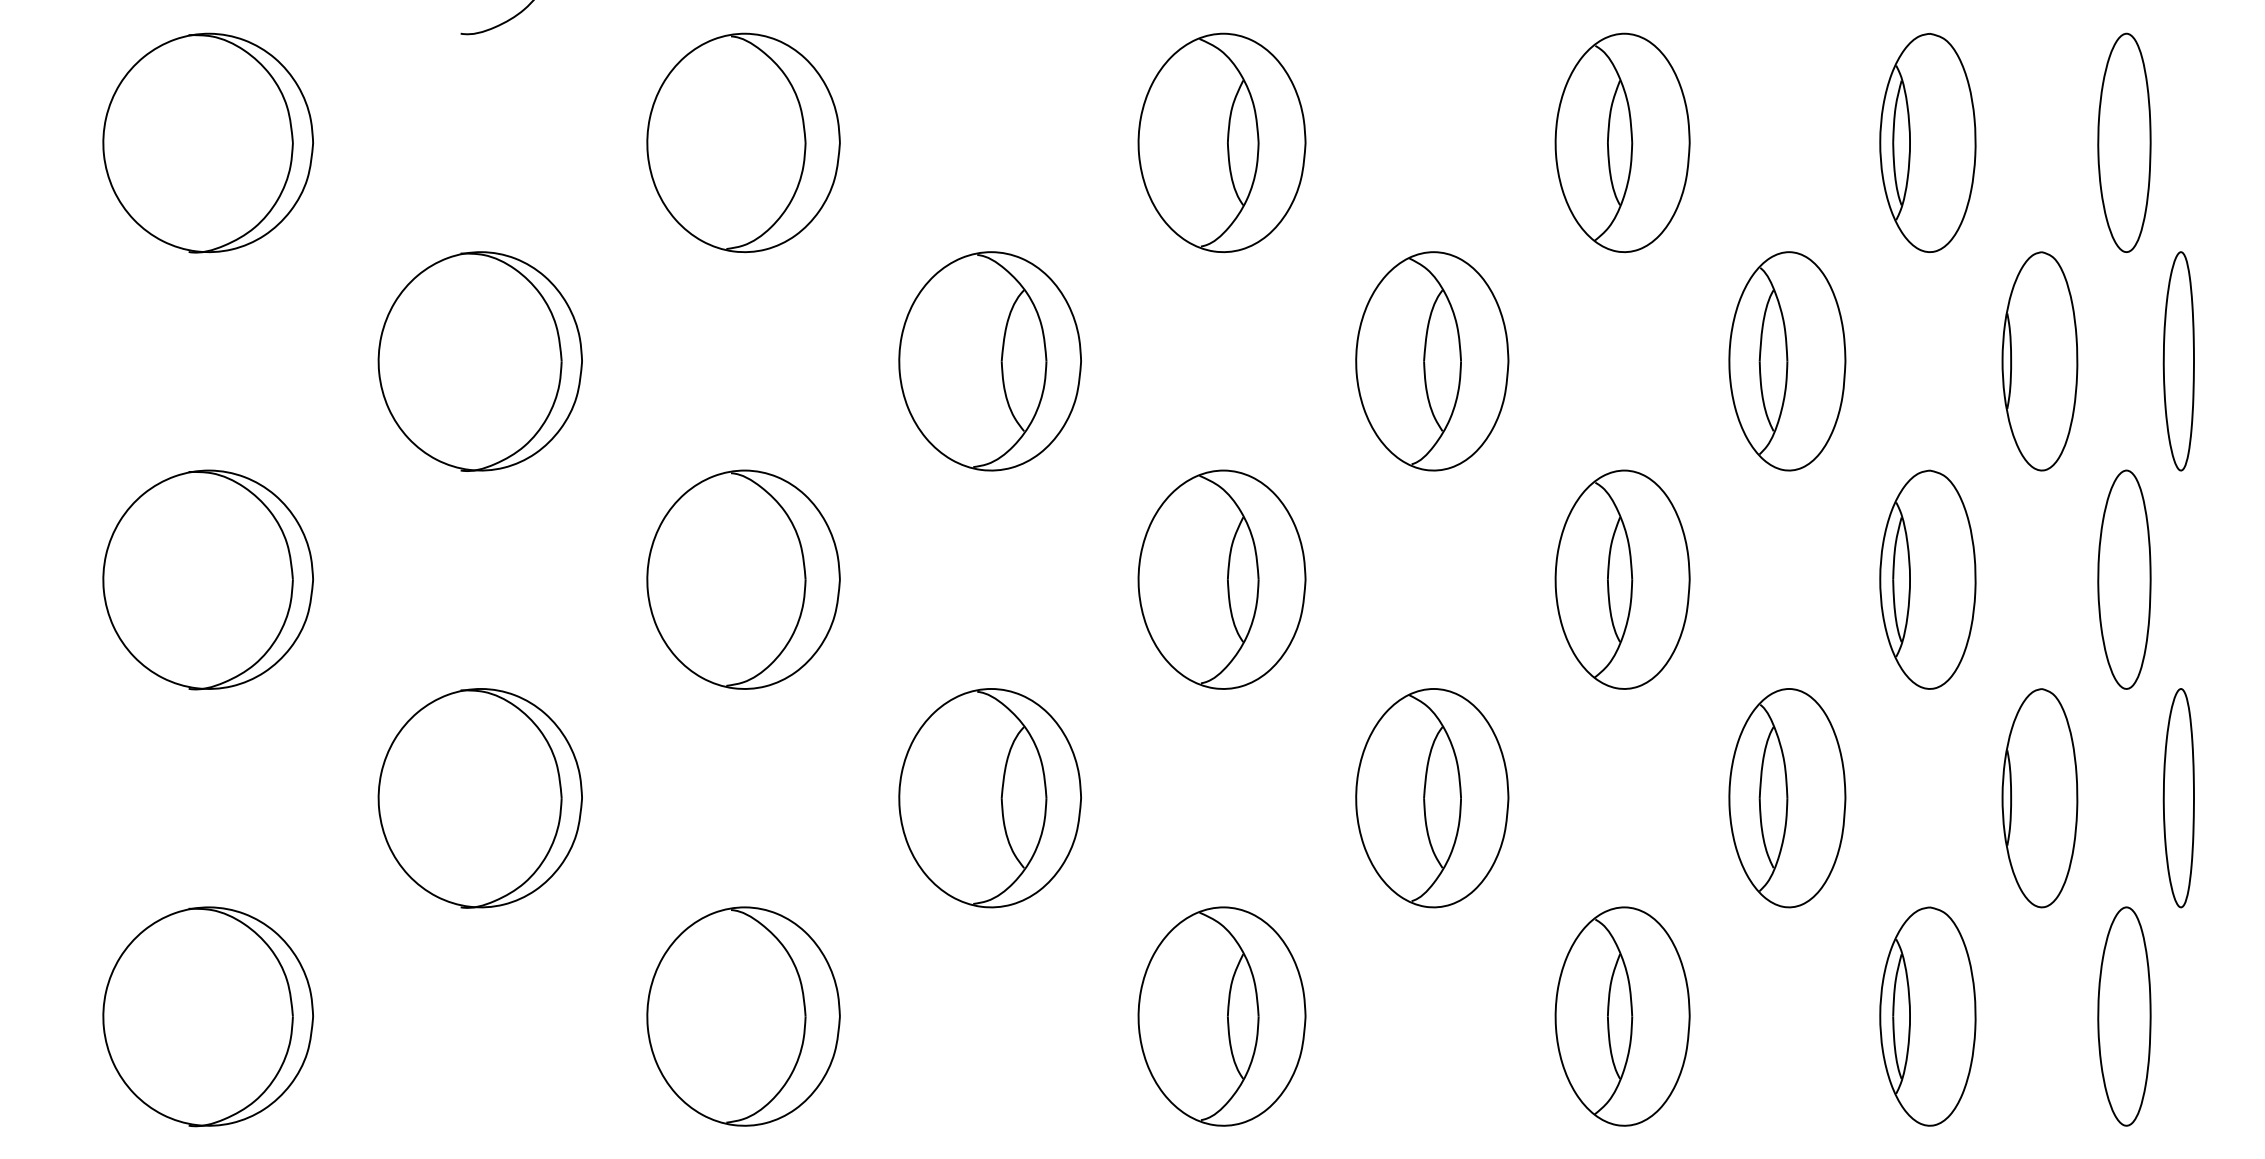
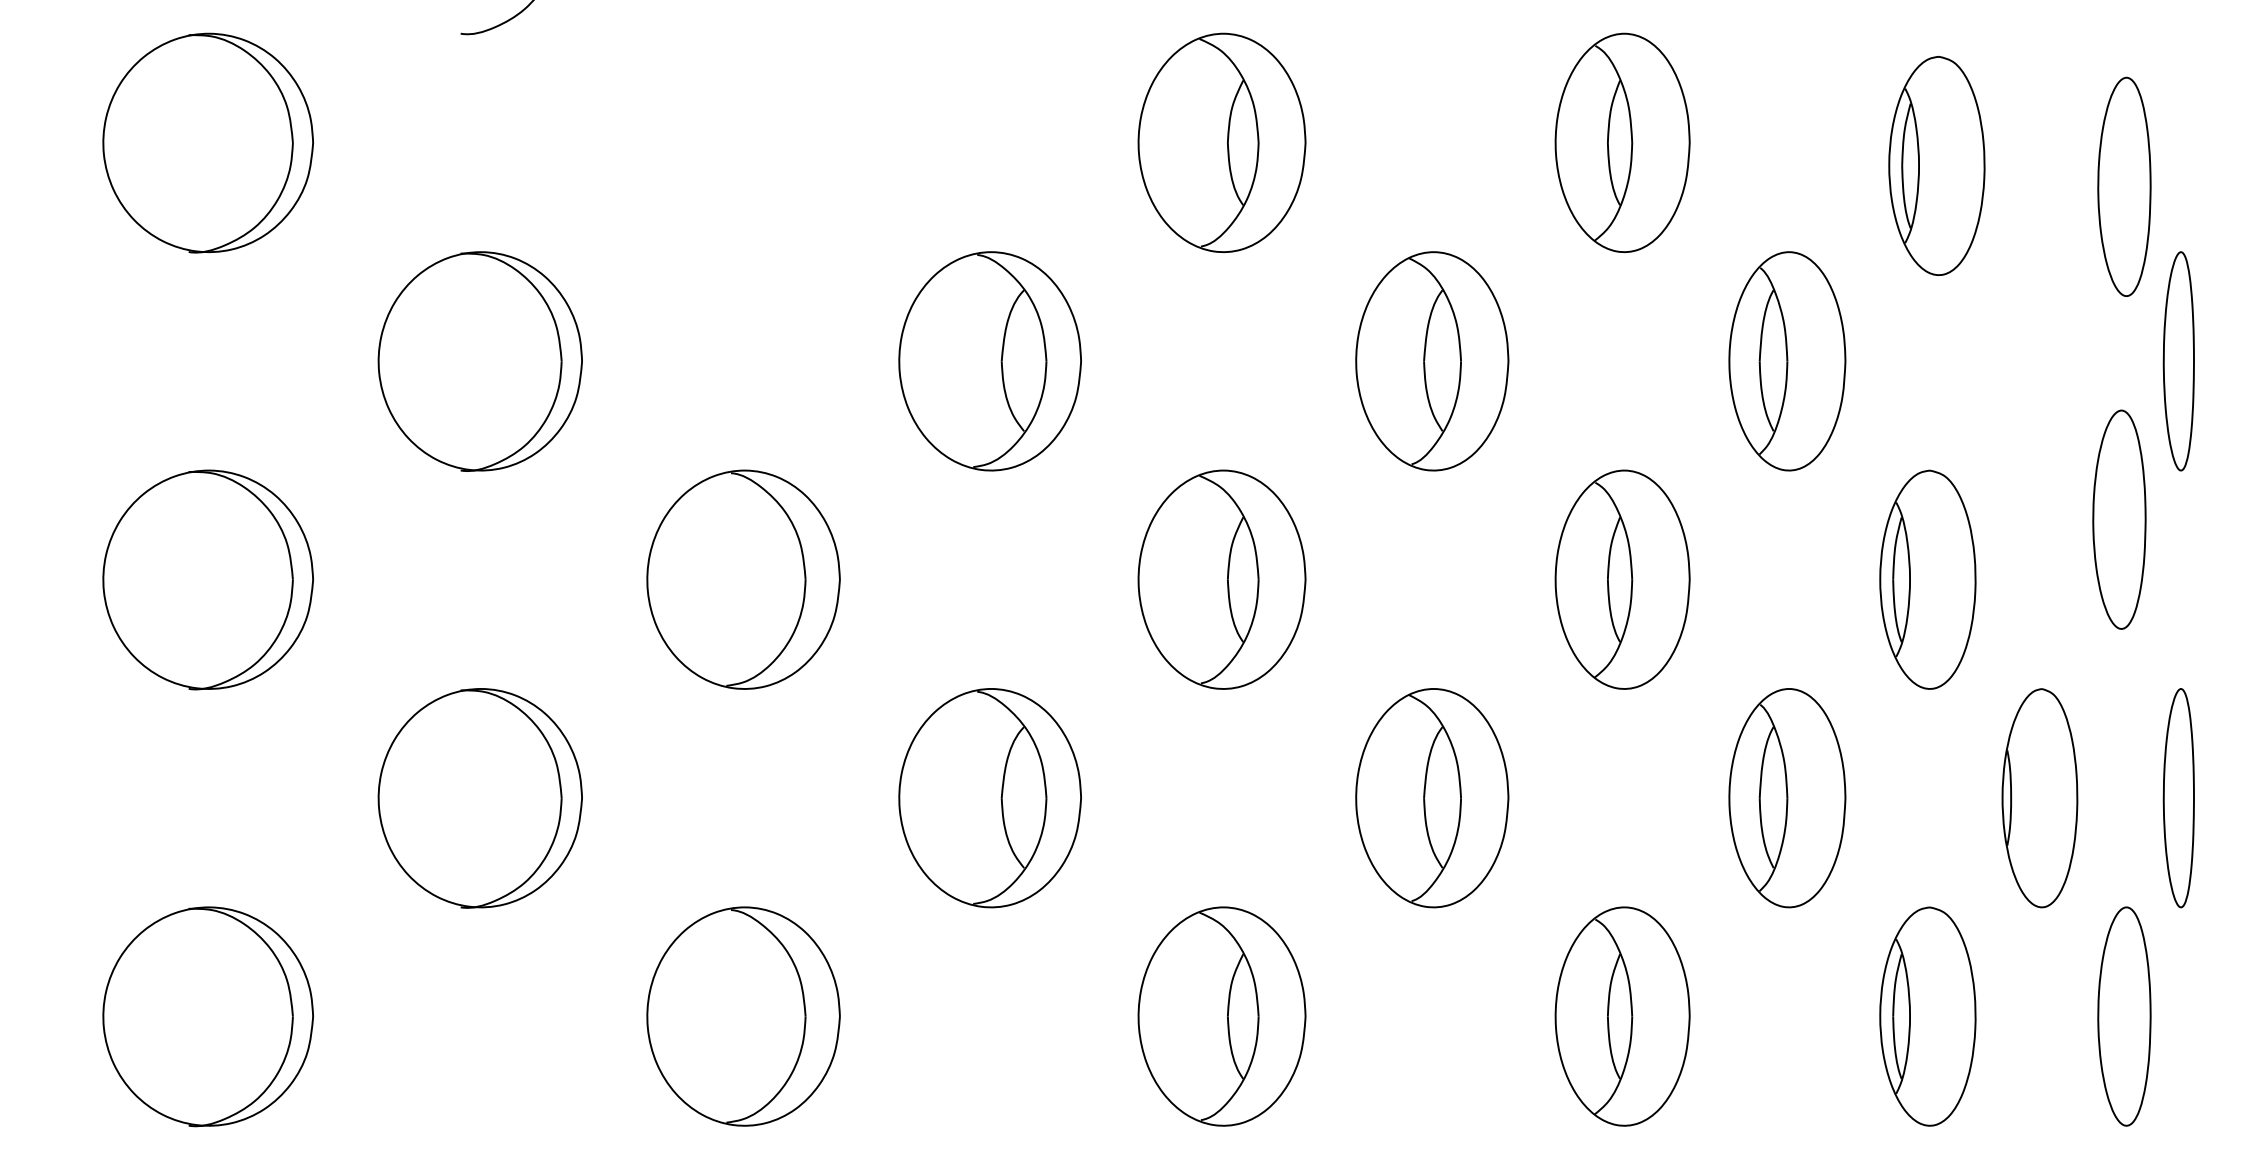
part at (743, 142): present -> none
part at (1927, 142) position: (1927, 142) -> (1936, 165)
part at (2124, 142) position: (2124, 142) -> (2124, 186)
part at (2039, 361): present -> none
part at (2124, 579) position: (2124, 579) -> (2119, 519)
